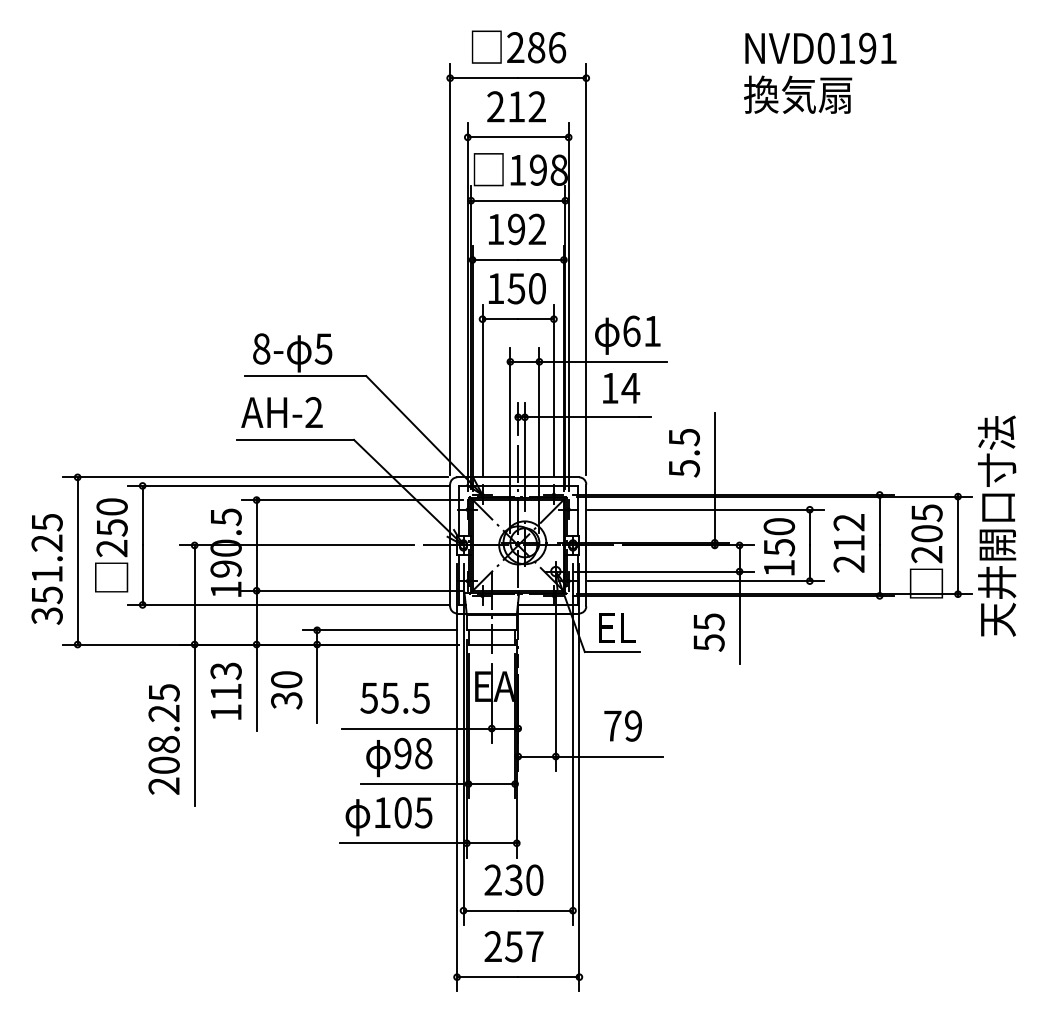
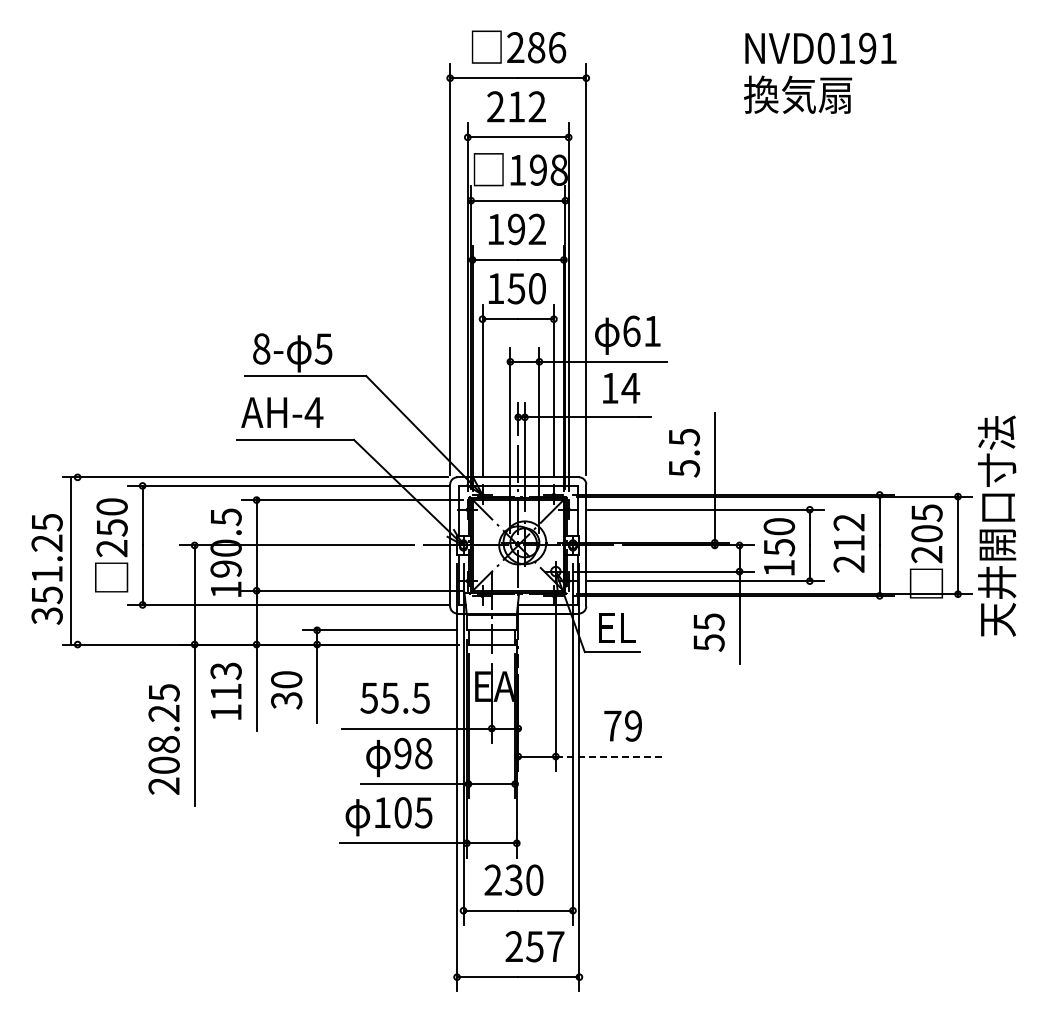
text at (313, 412): AH-2 -> AH-4
line at (77, 560) position: (77, 560) -> (70, 560)
line at (609, 756): solid -> dashed
text at (513, 946) position: (513, 946) -> (534, 946)
